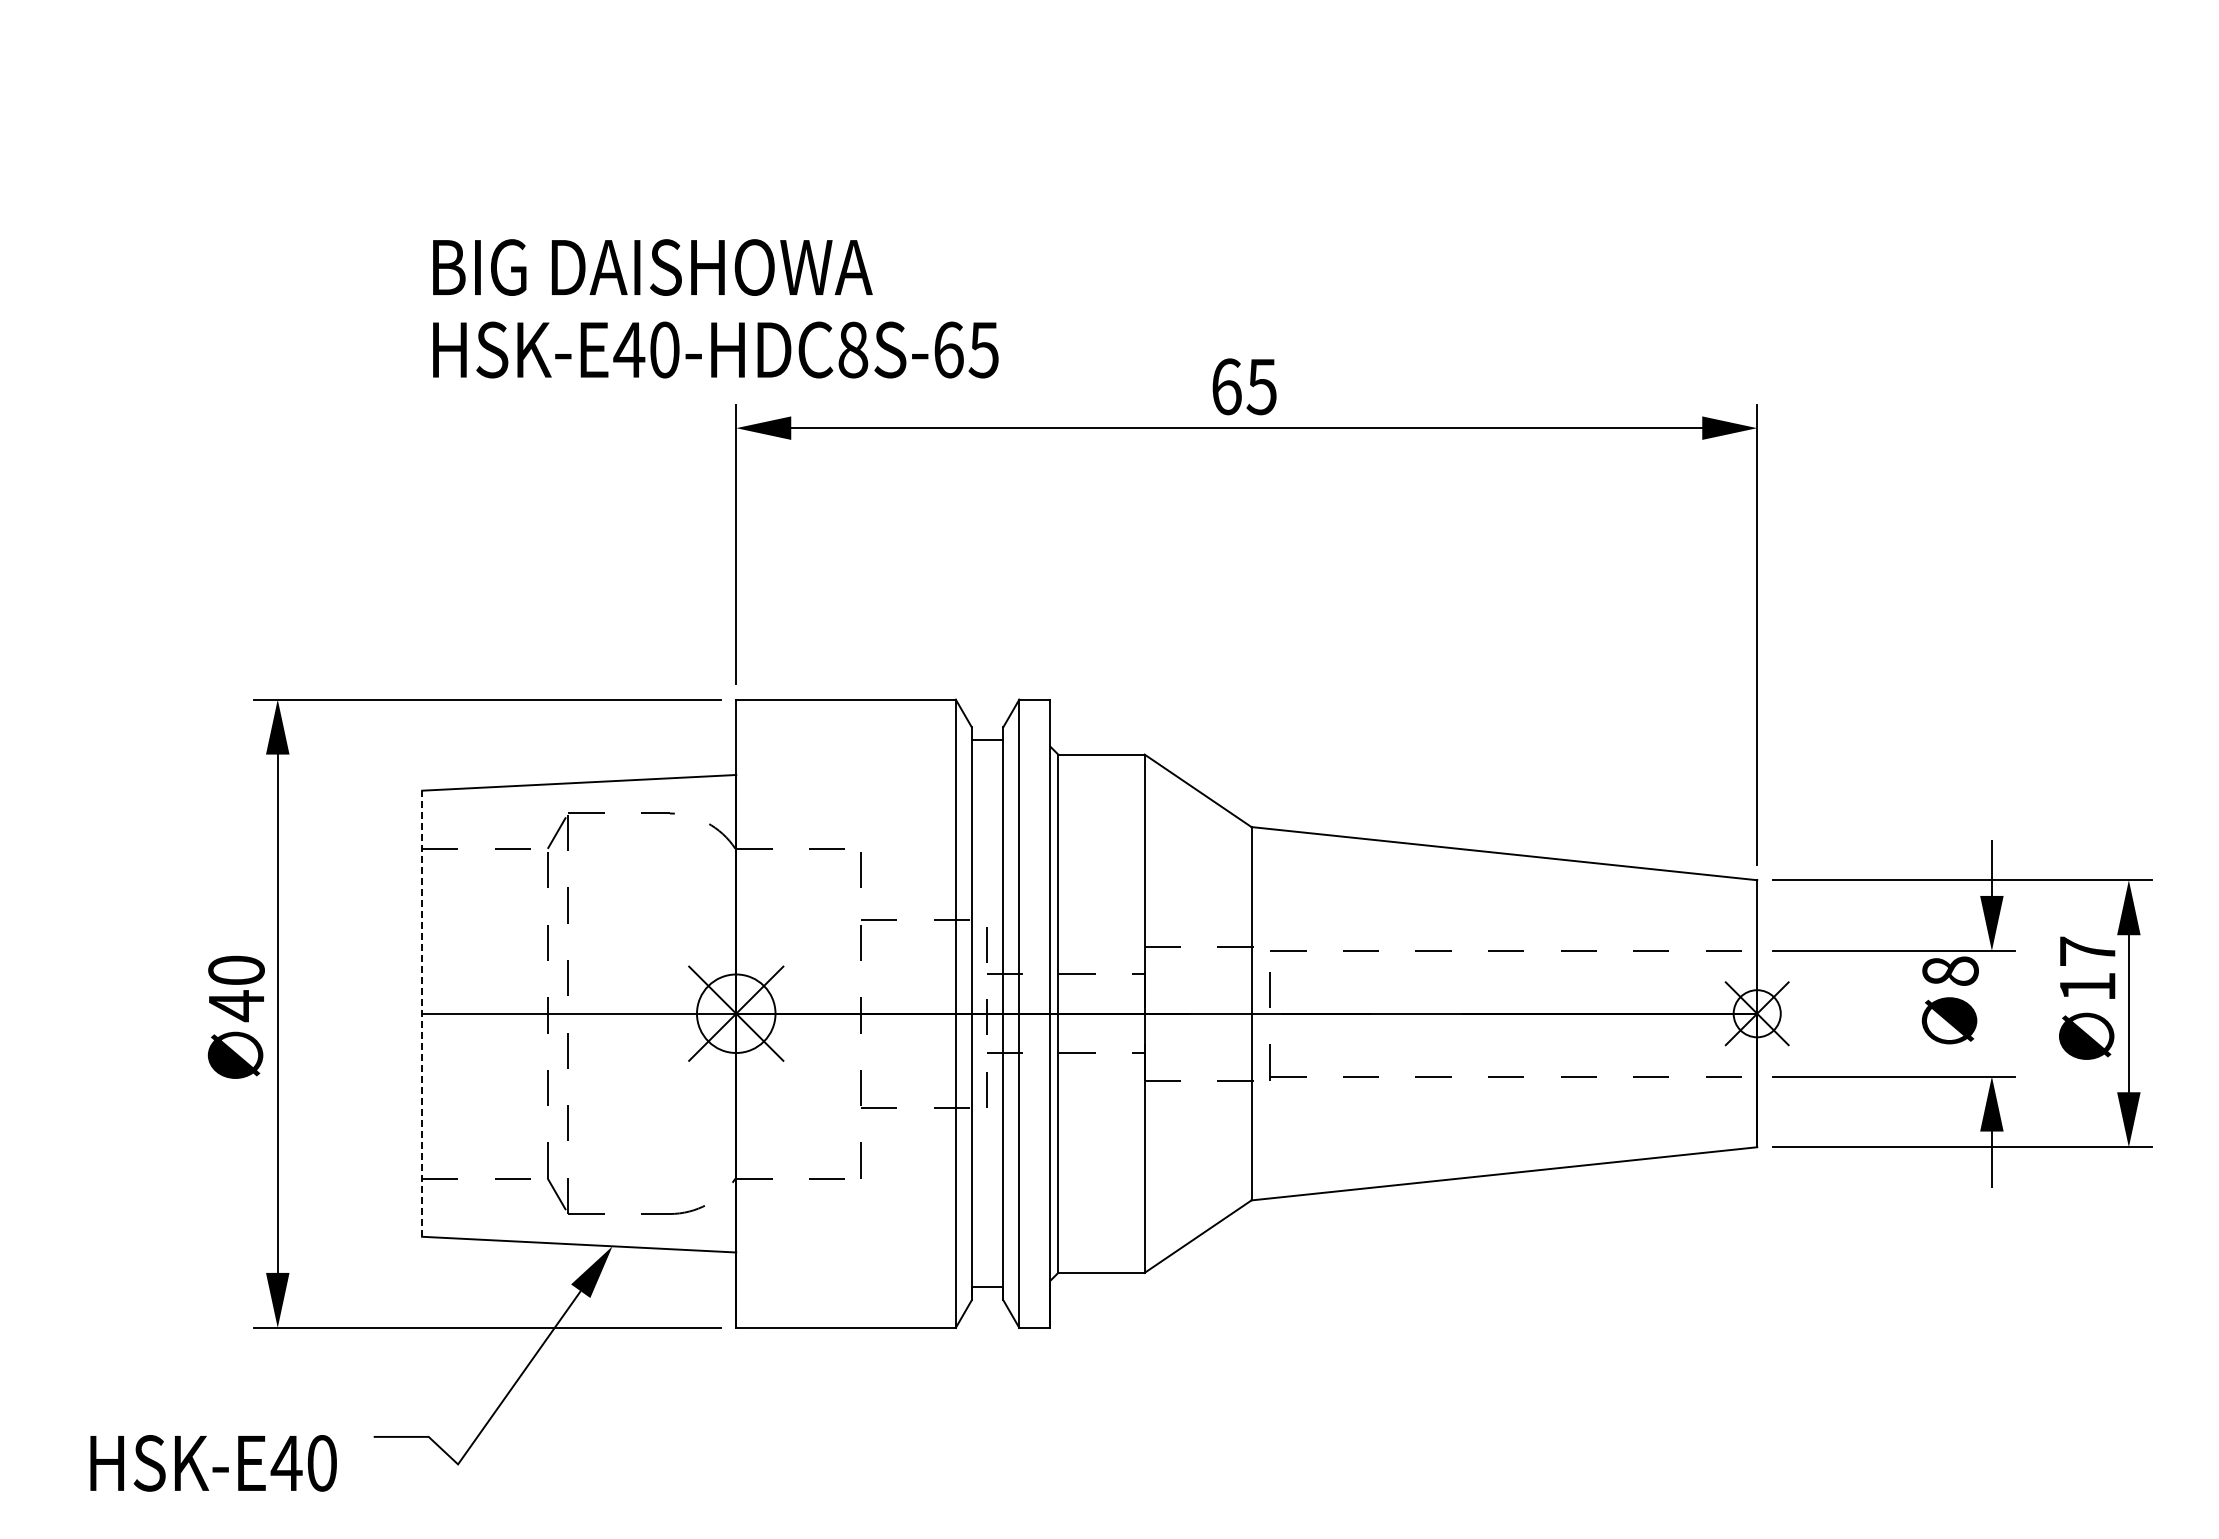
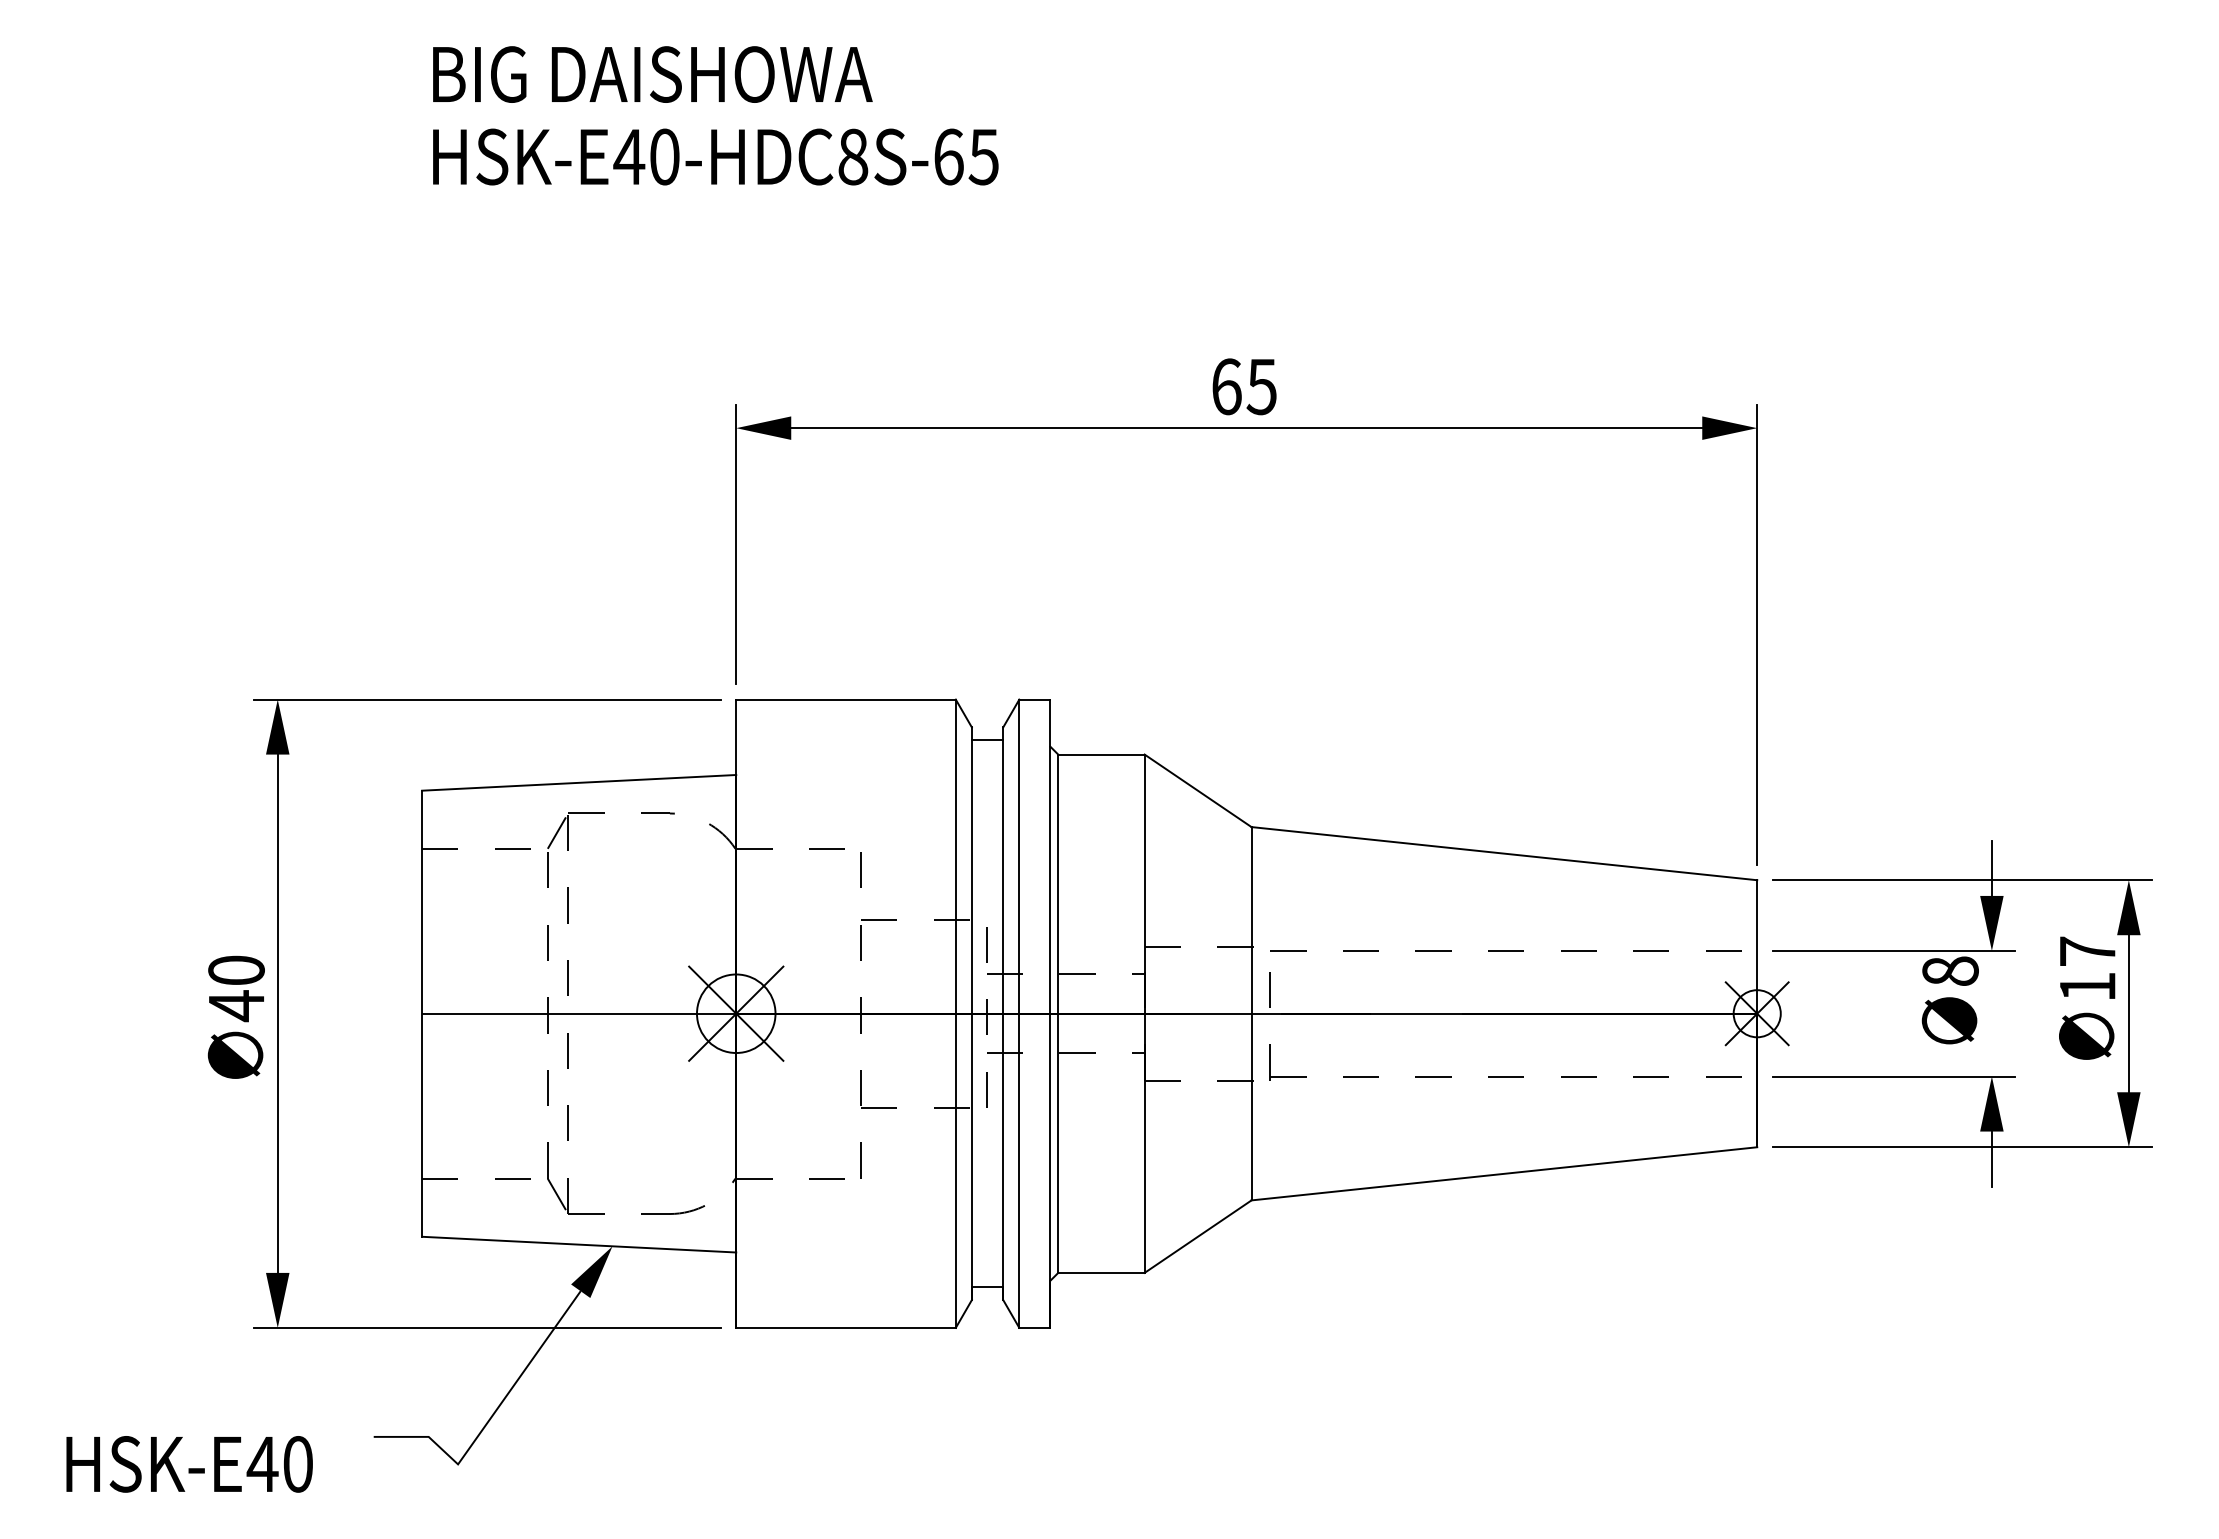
text at (715, 308) position: (715, 308) -> (715, 115)
line at (422, 1013): dashed -> solid
text at (213, 1463) position: (213, 1463) -> (189, 1464)
